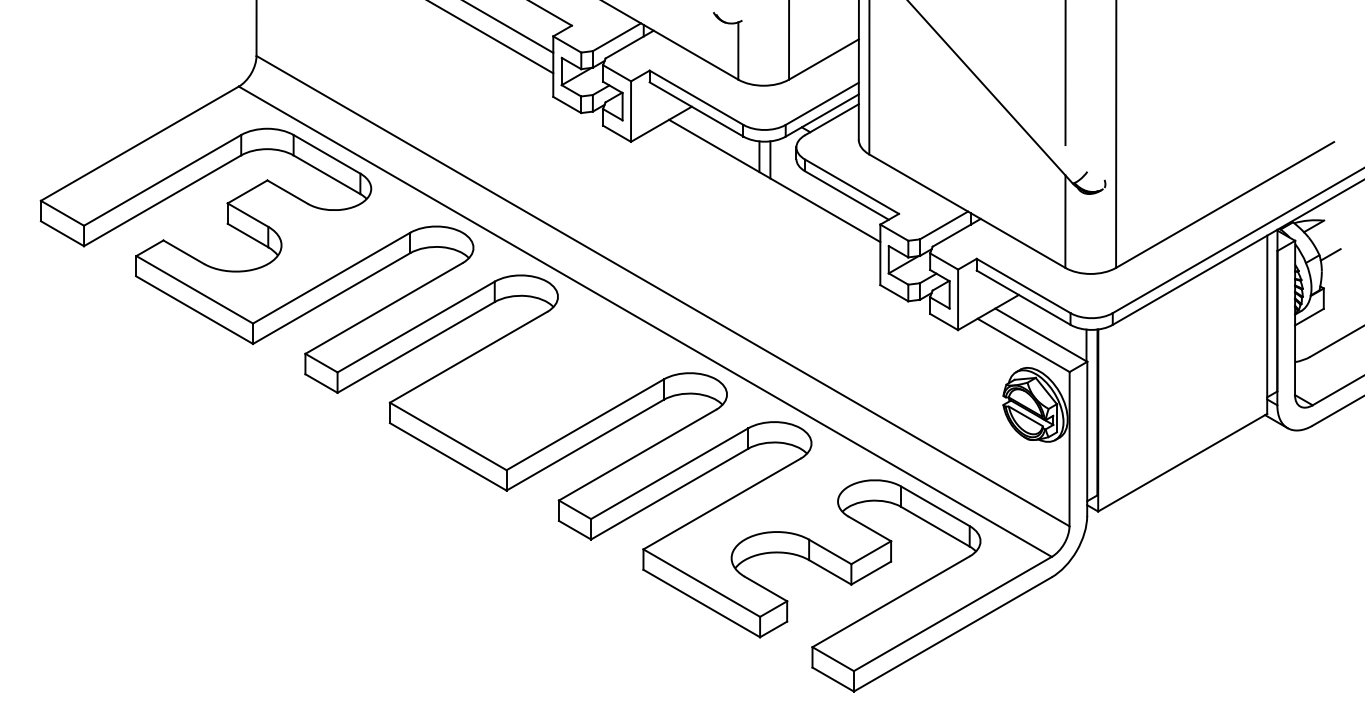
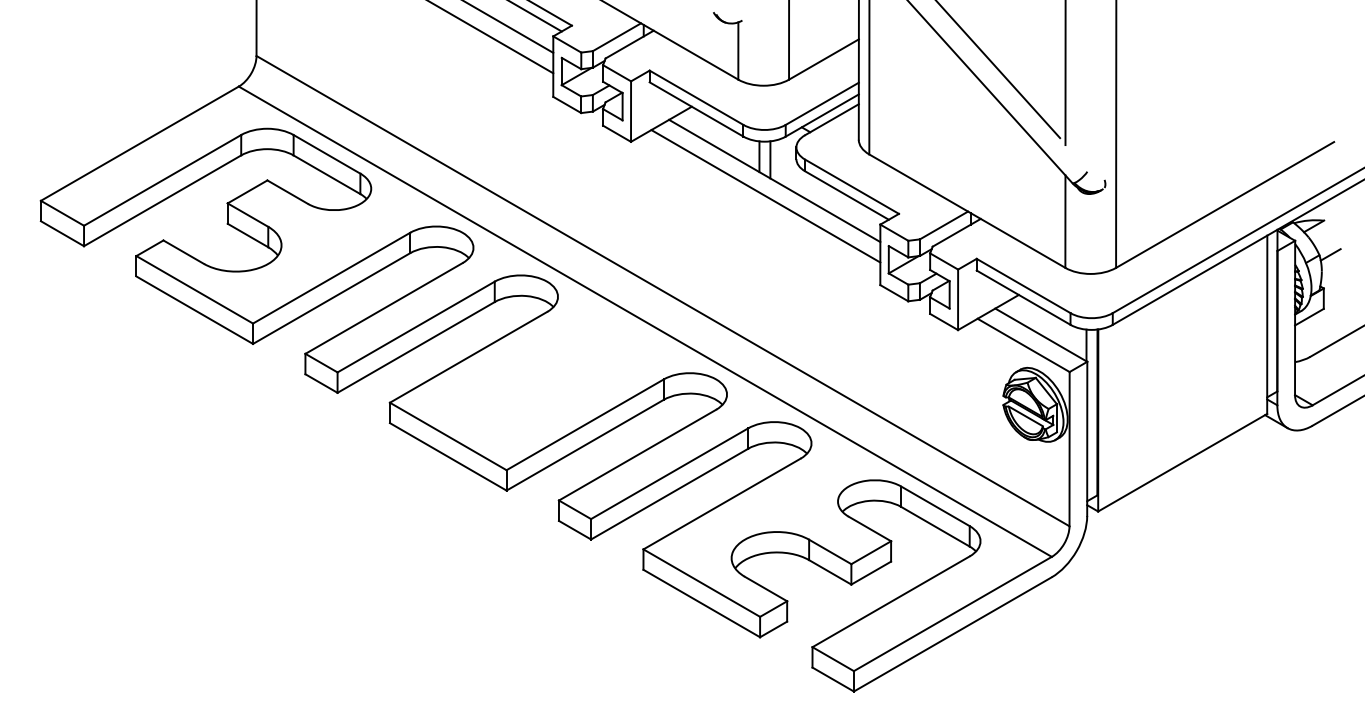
line at (536, 16): none -> present
line at (998, 70): none -> present
line at (765, 196): none -> present
